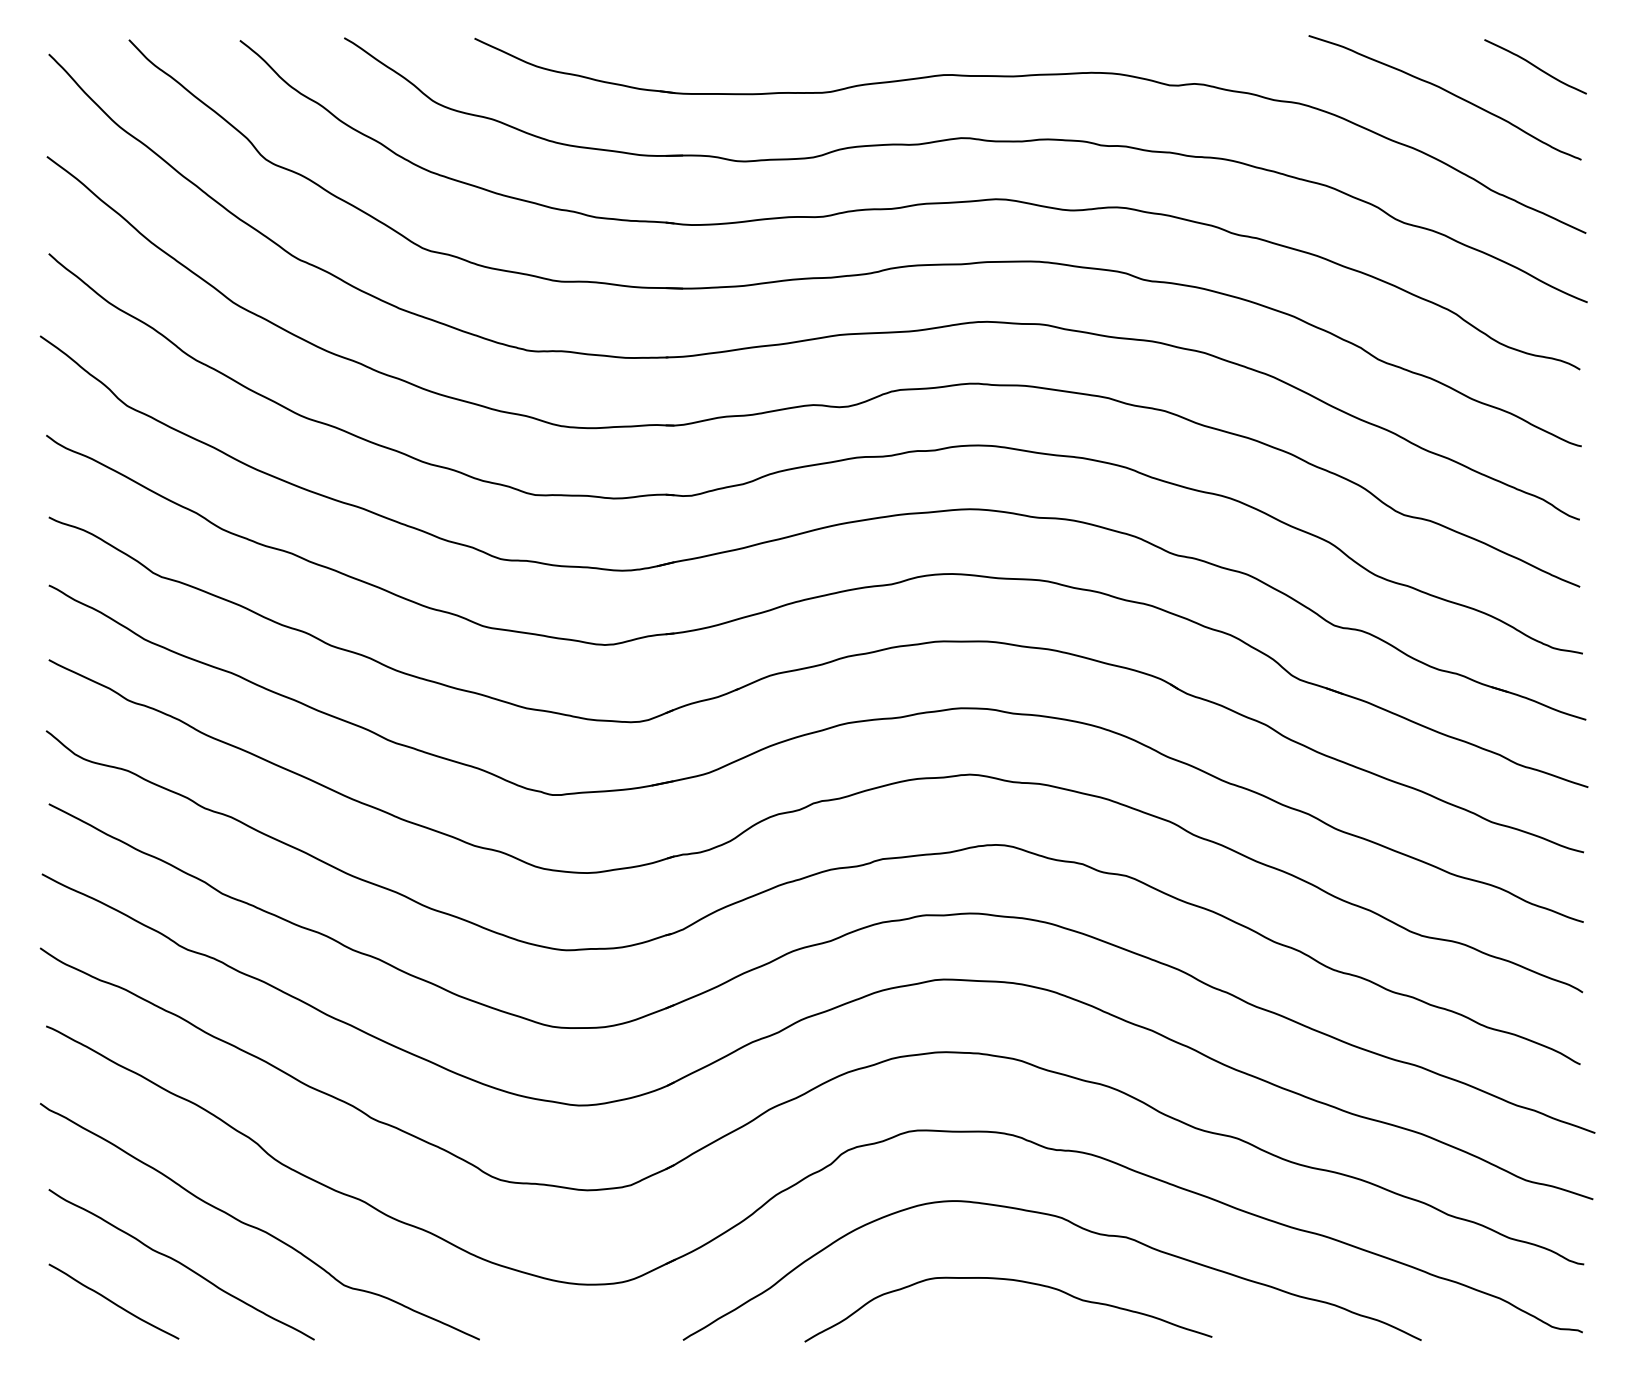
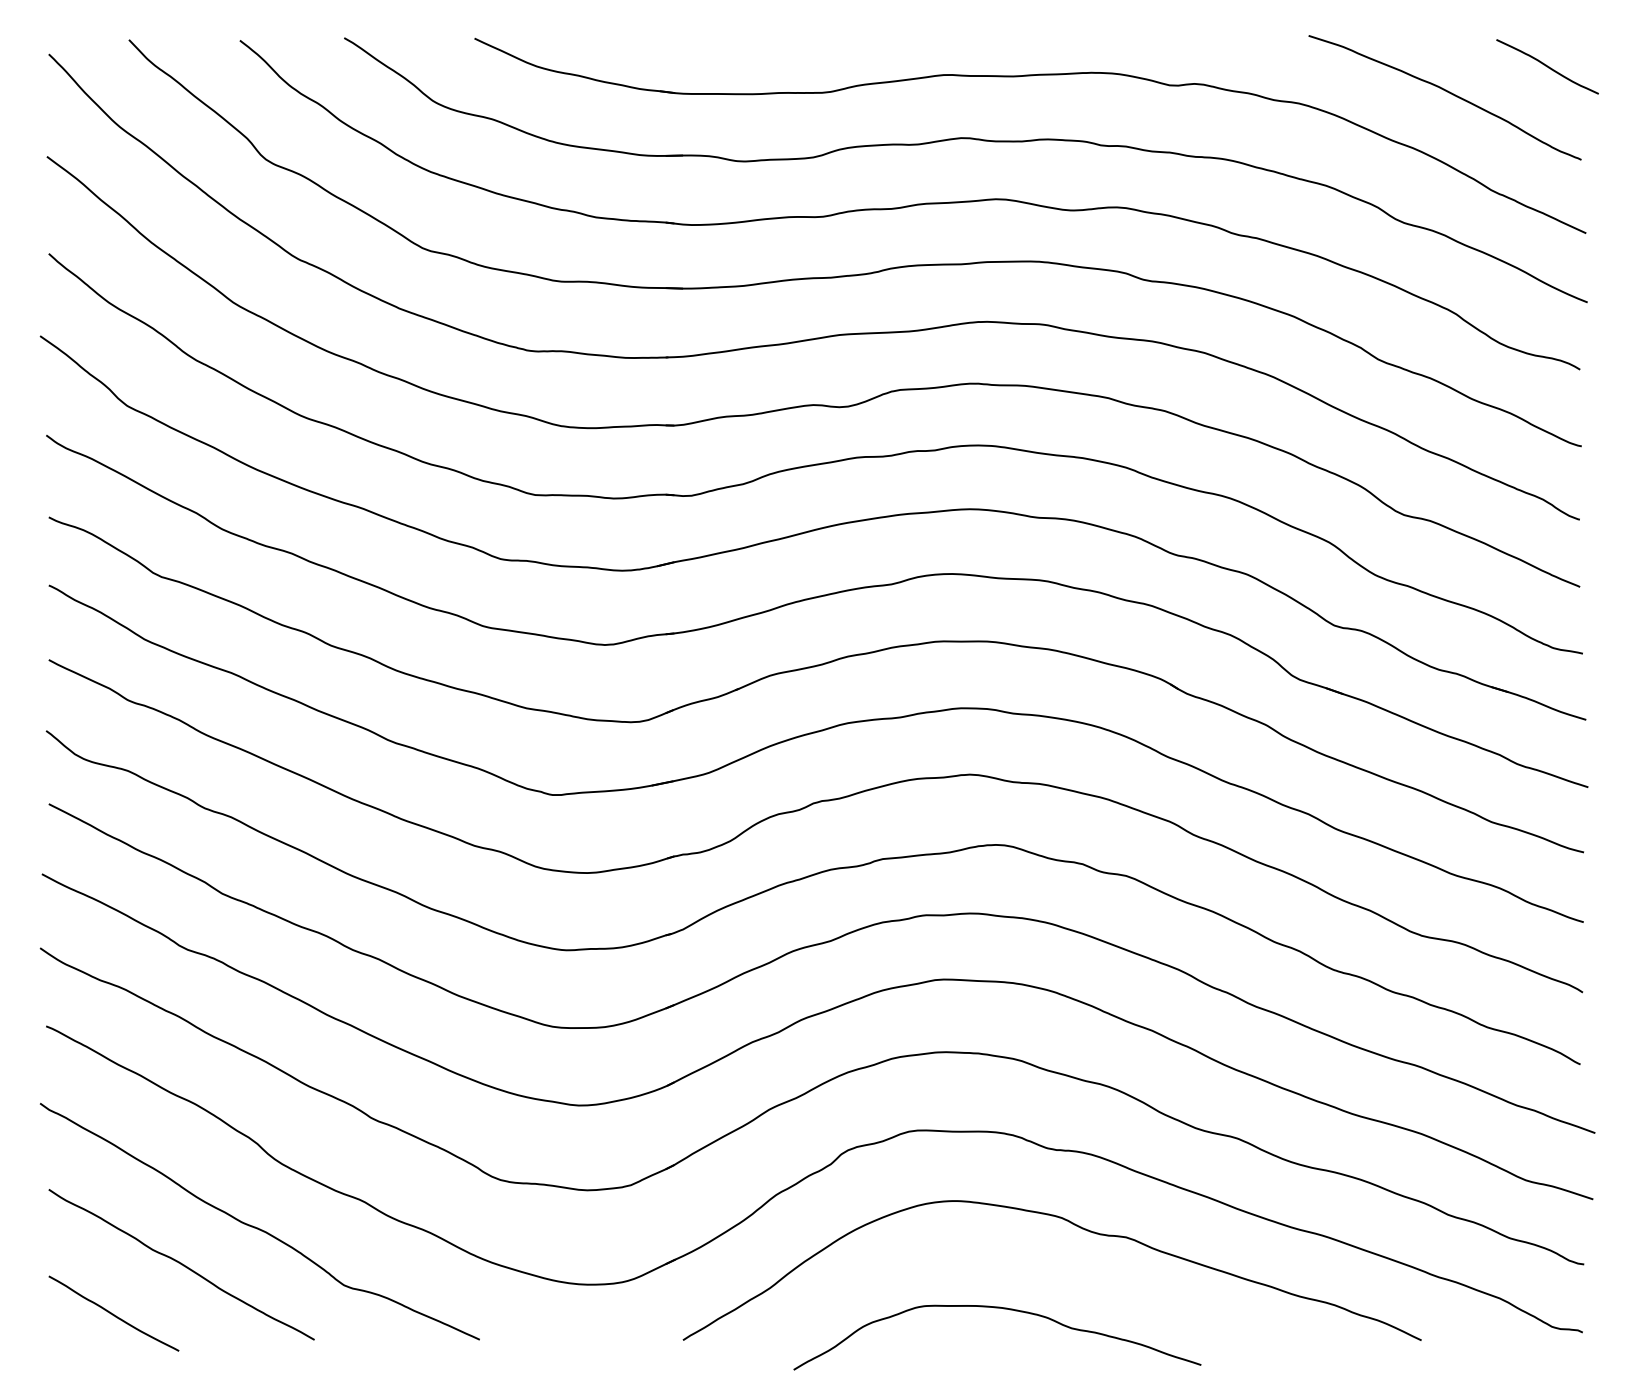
curve at (1535, 66) position: (1535, 66) -> (1547, 66)
curve at (1014, 1281) position: (1014, 1281) -> (1003, 1309)
curve at (113, 1301) position: (113, 1301) -> (113, 1313)
